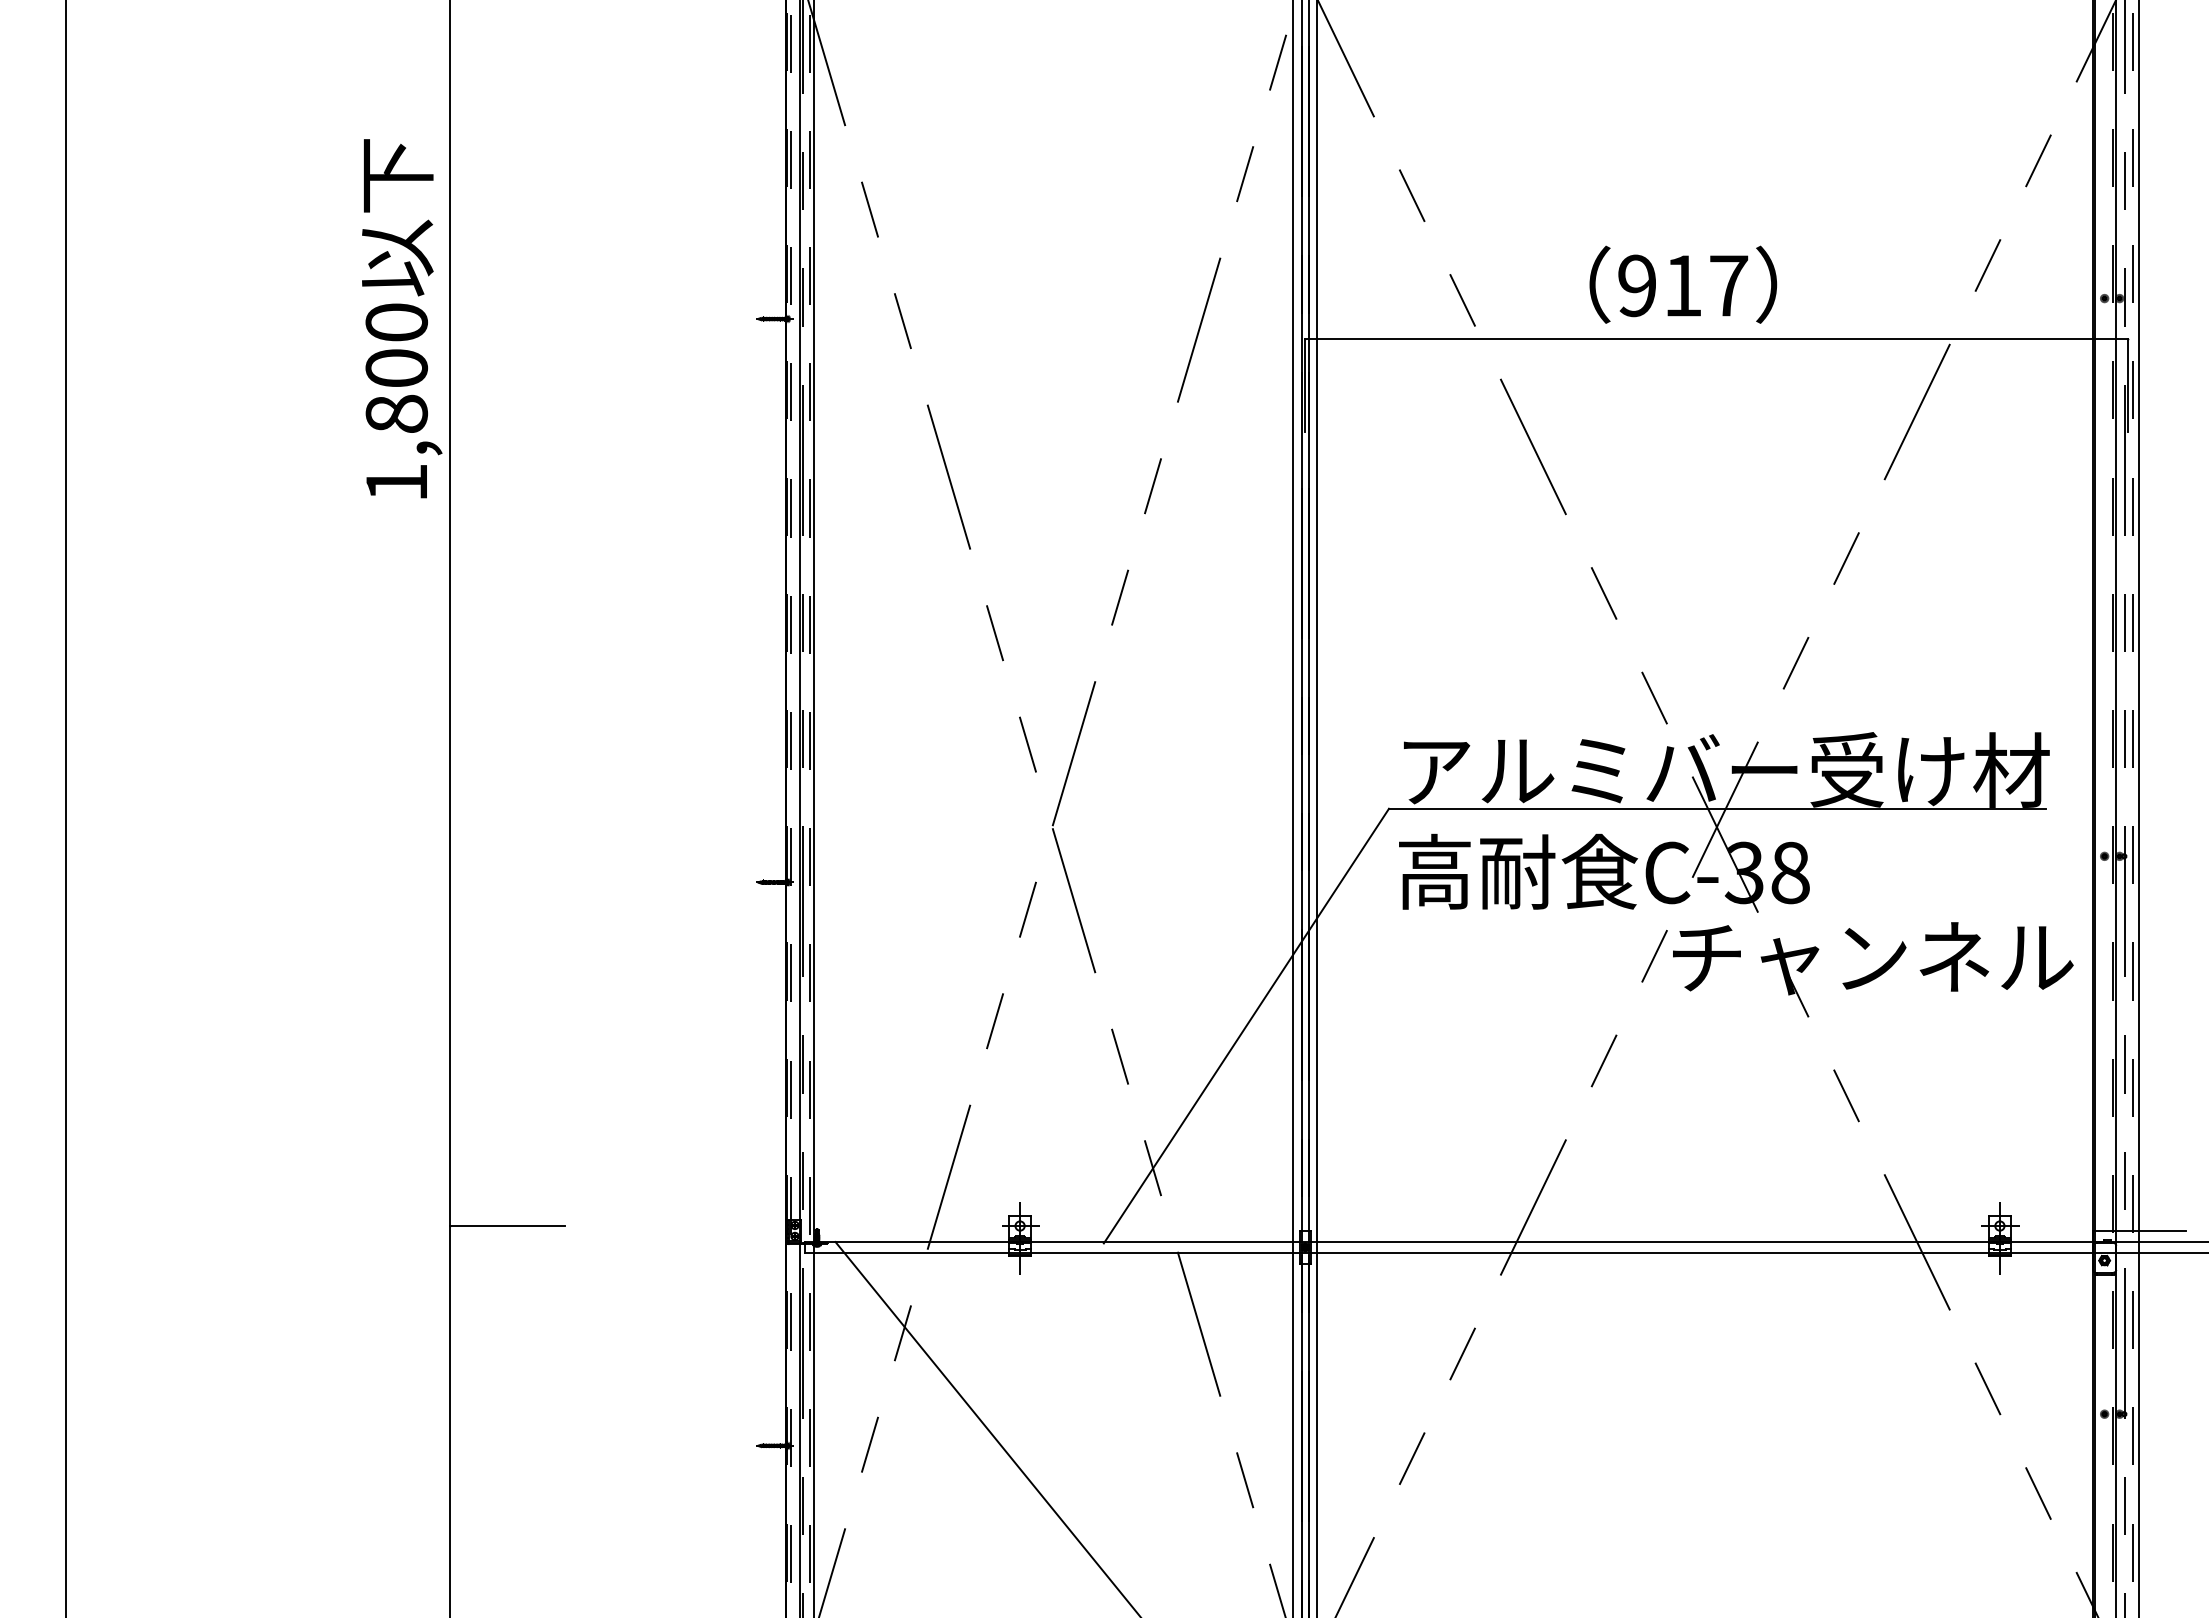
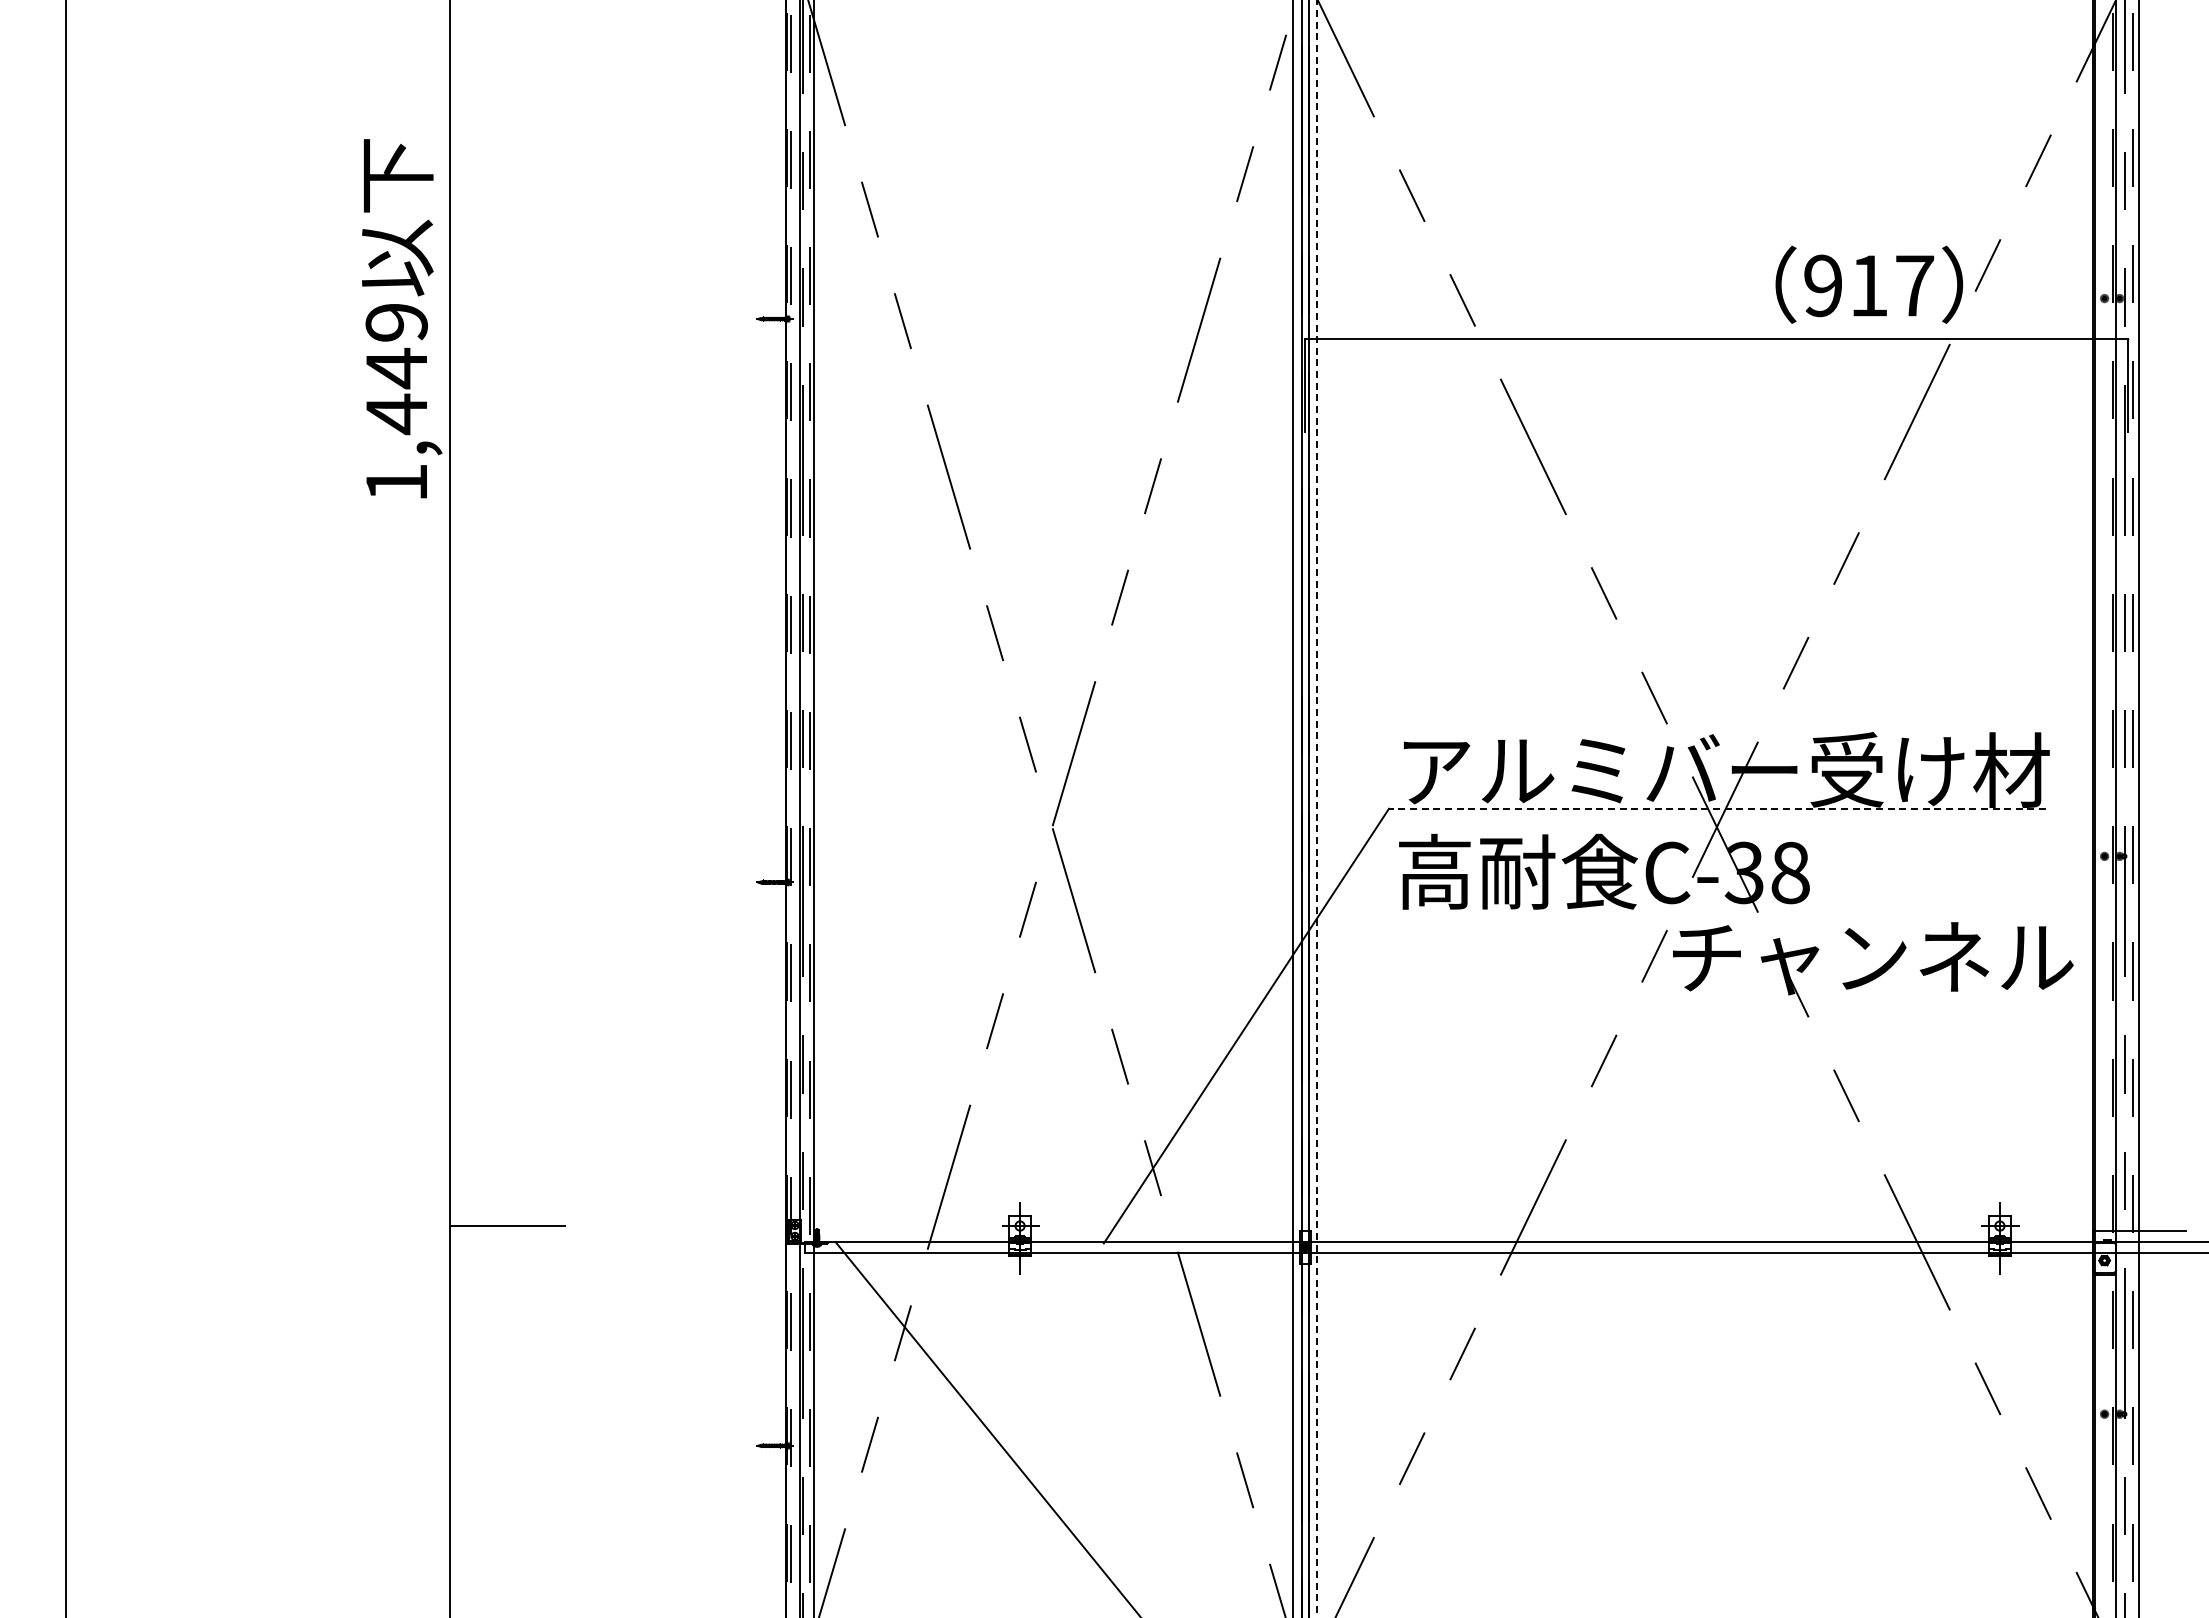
text at (1683, 284) position: (1683, 284) -> (1869, 284)
text at (396, 369): 1,800 -> 1,449
line at (1717, 808): solid -> dashed
line at (1317, 809): solid -> dashed
